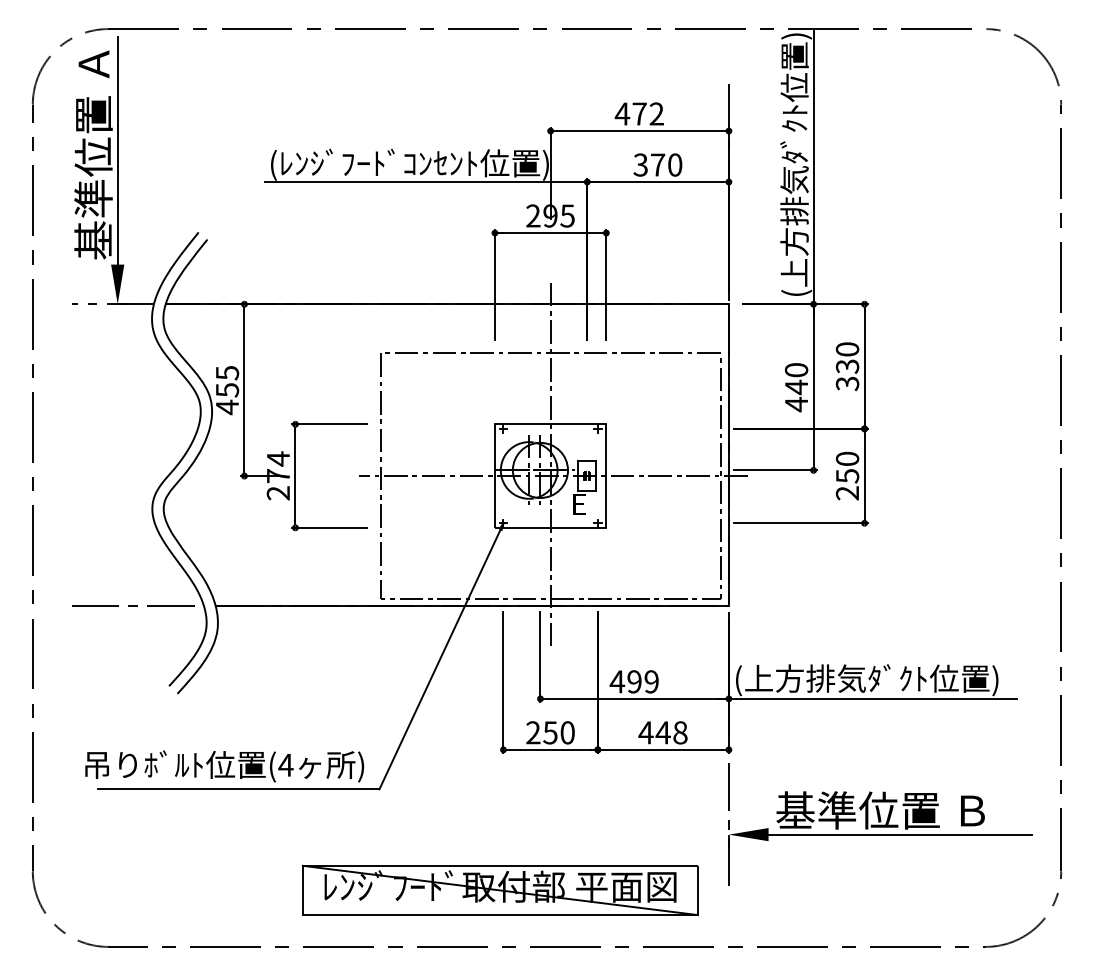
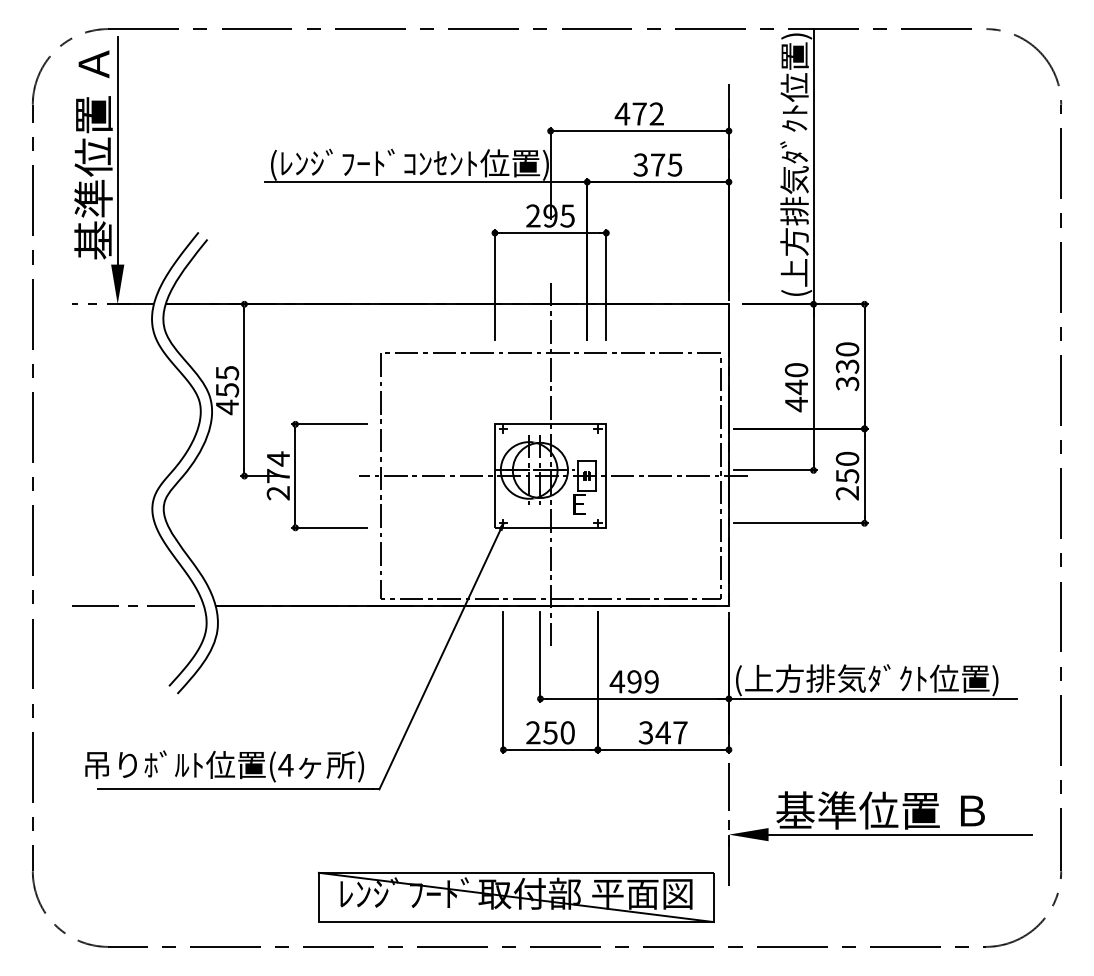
text at (674, 164): 370 -> 375
text at (662, 732): 448 -> 347
part at (500, 889) position: (500, 889) -> (516, 896)
